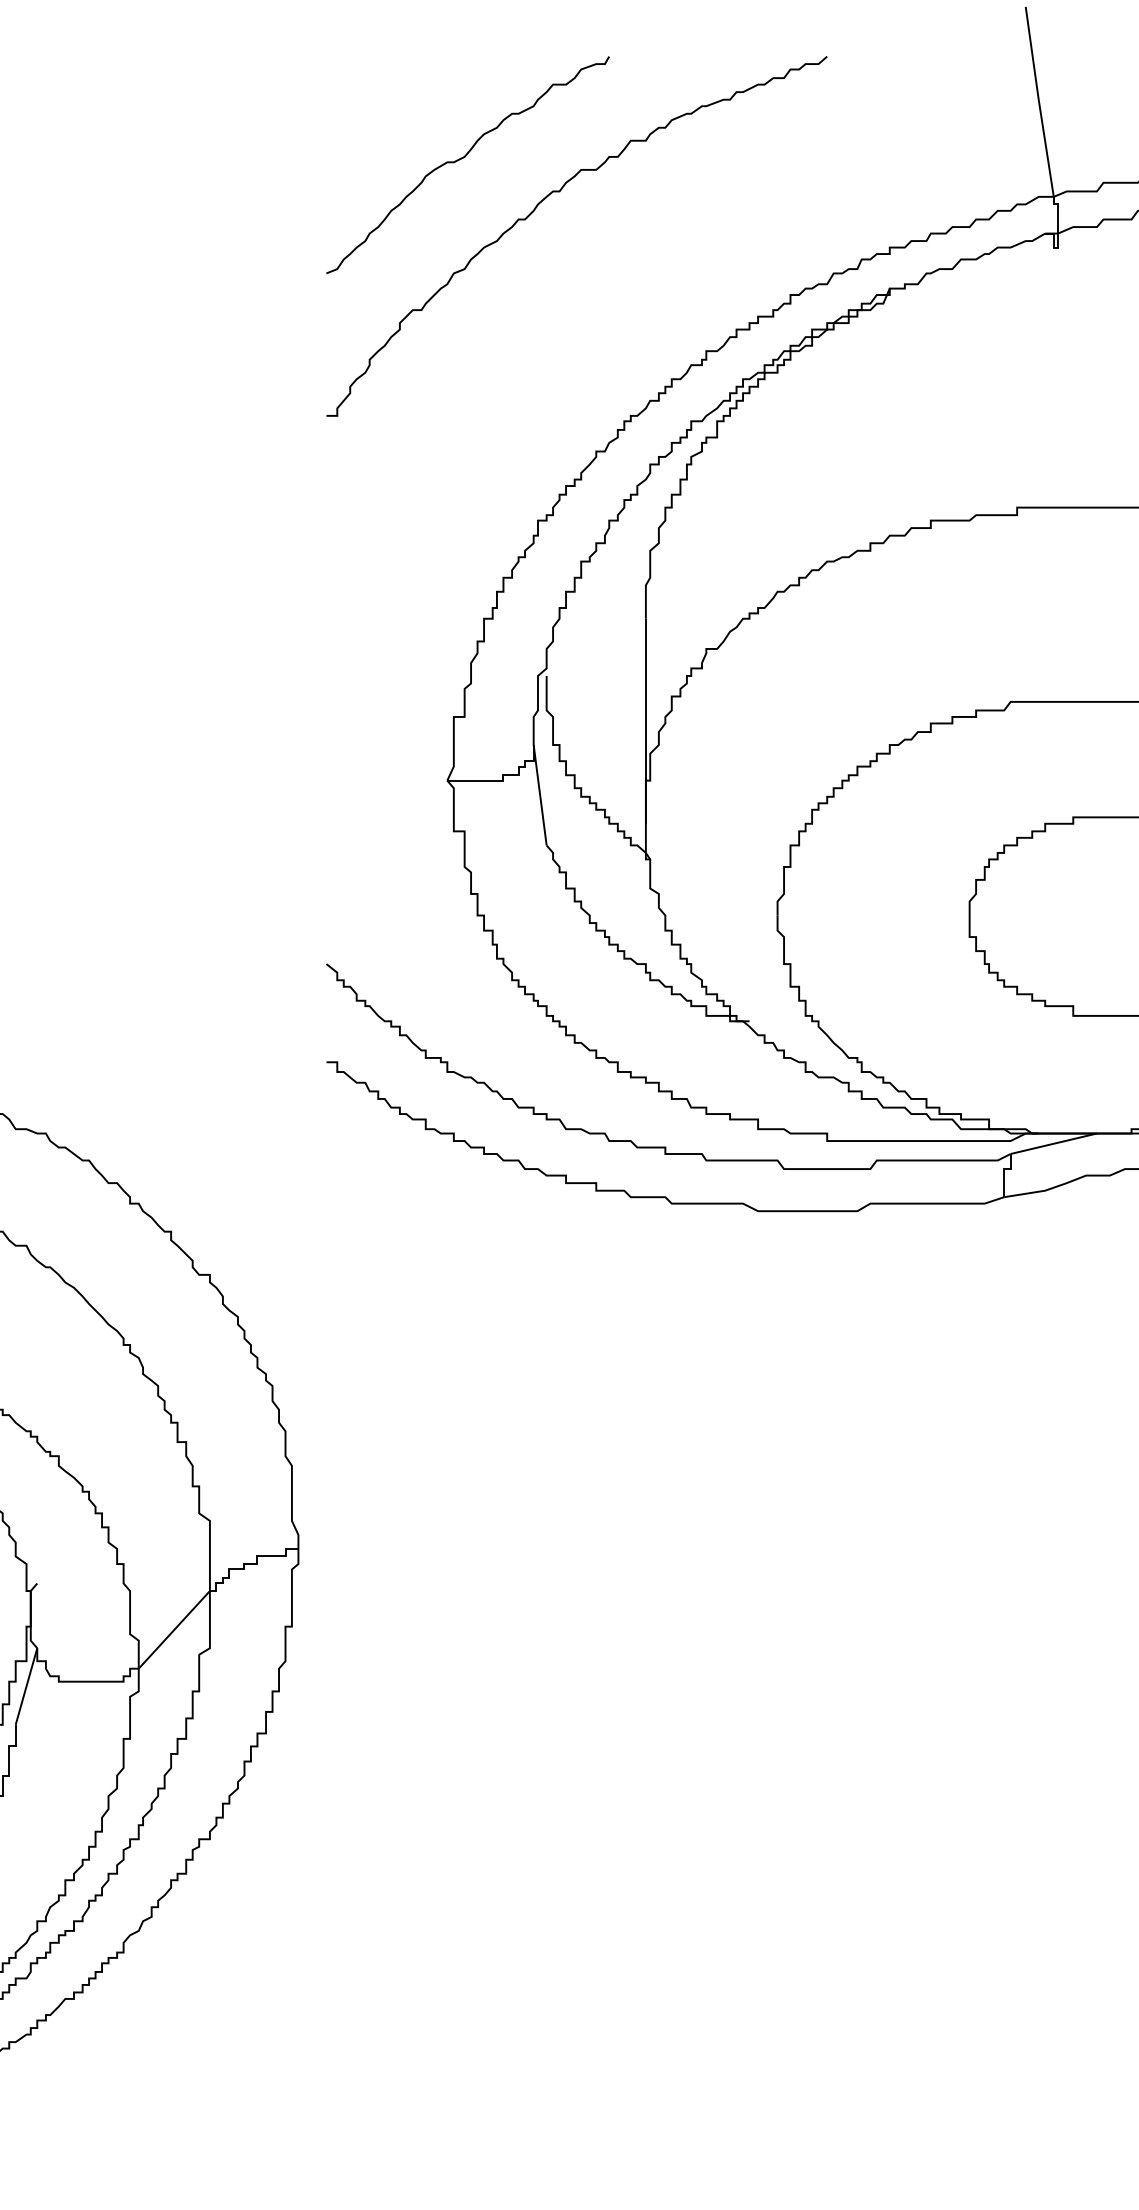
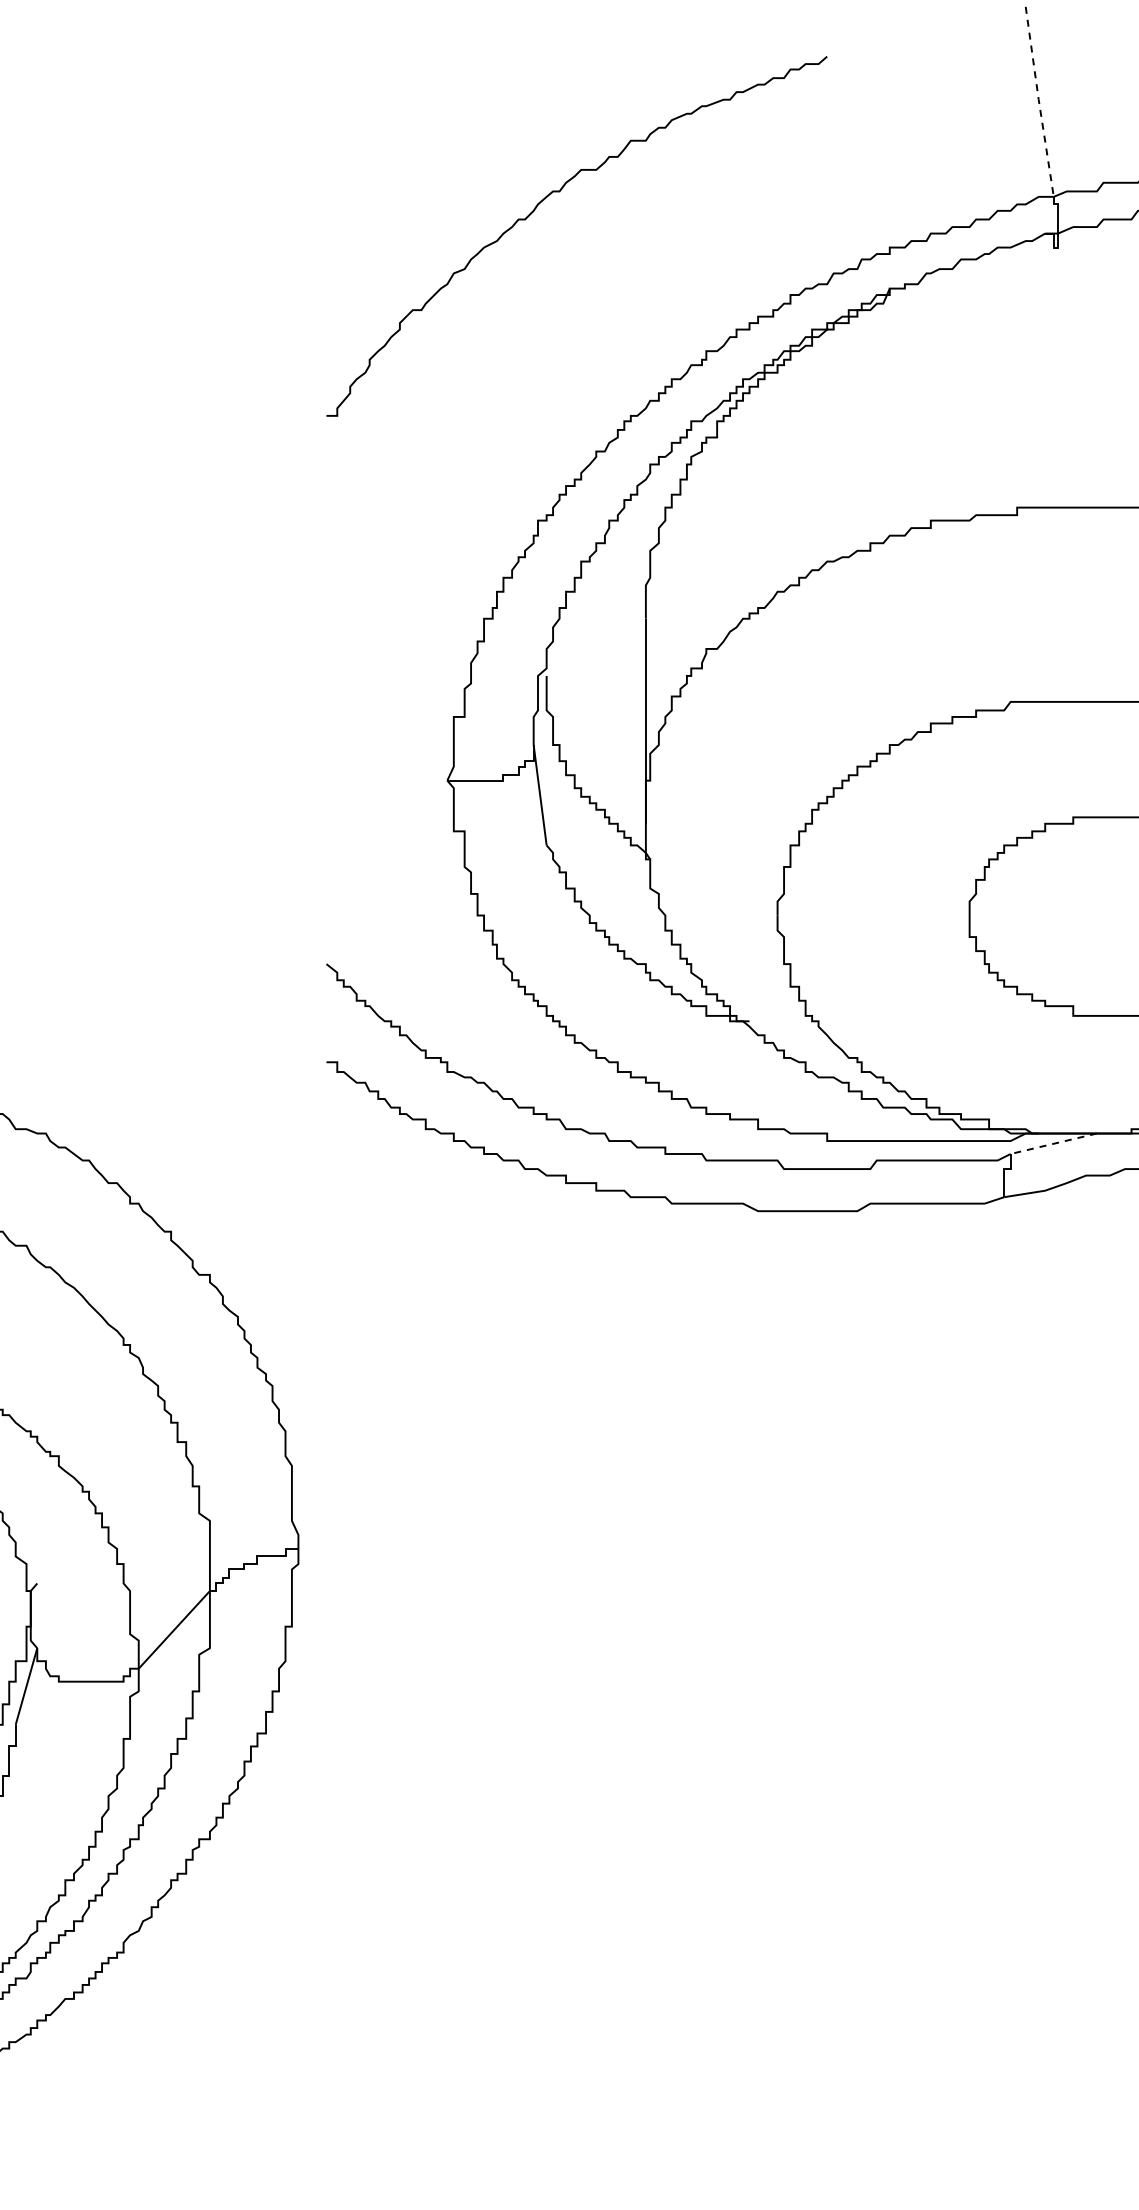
line at (1039, 101): solid -> dashed
curve at (463, 158): present -> none
line at (1053, 1143): solid -> dashed
